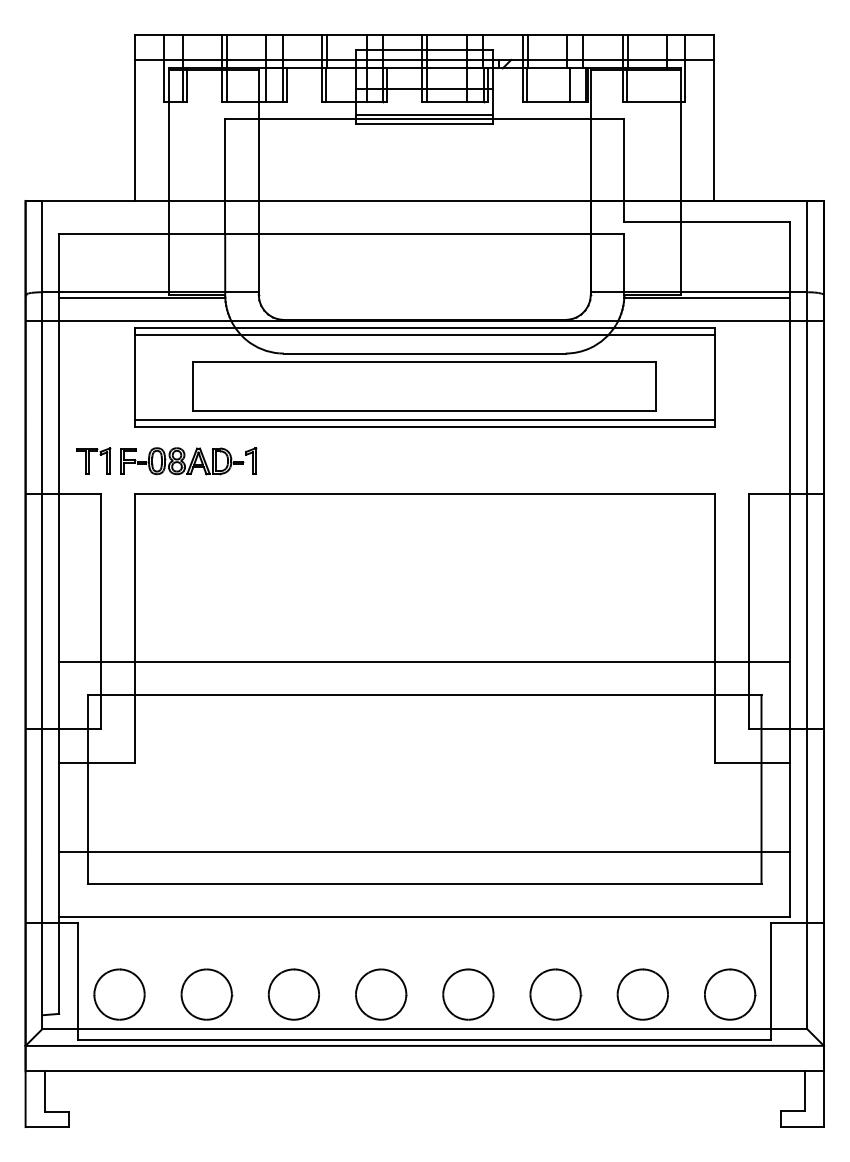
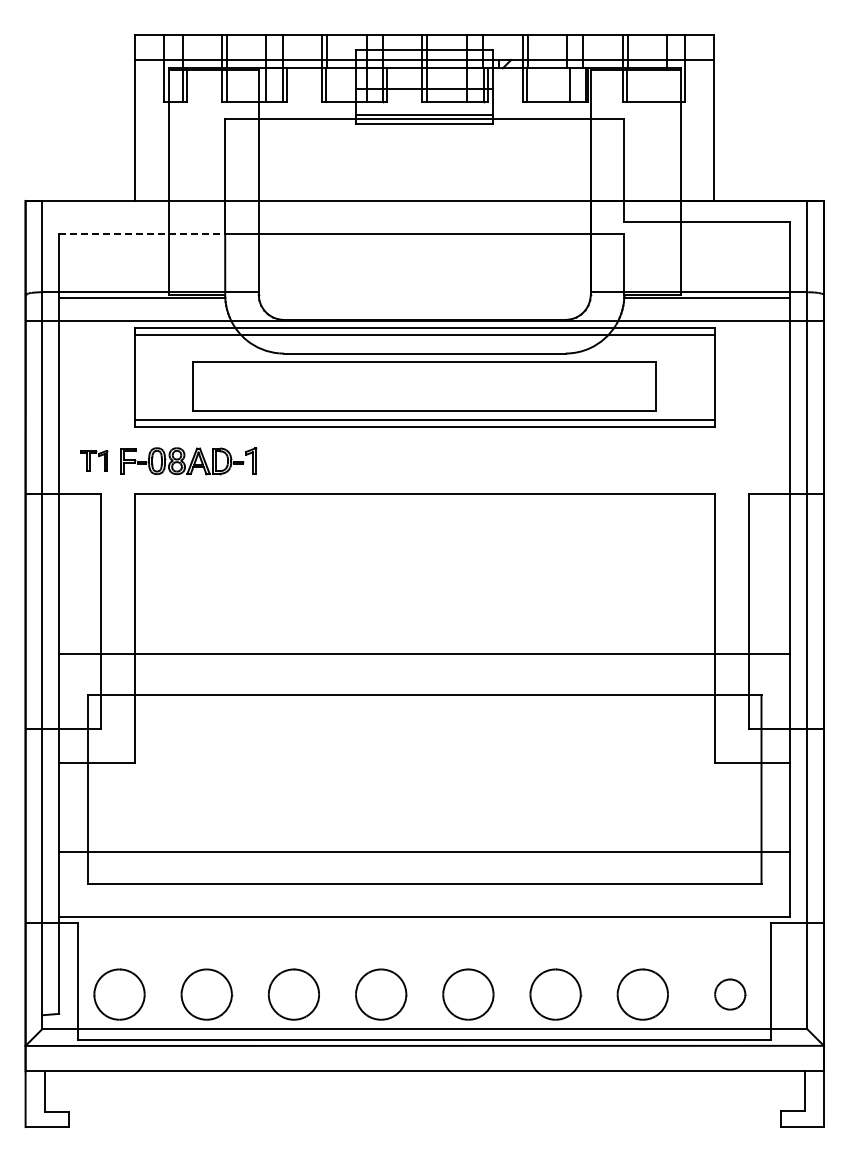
line at (142, 234): solid -> dashed
part at (93, 460) size: 36x28 px -> 29x22 px
line at (424, 661) position: (424, 661) -> (424, 653)
part at (730, 994) size: 53x53 px -> 33x33 px
